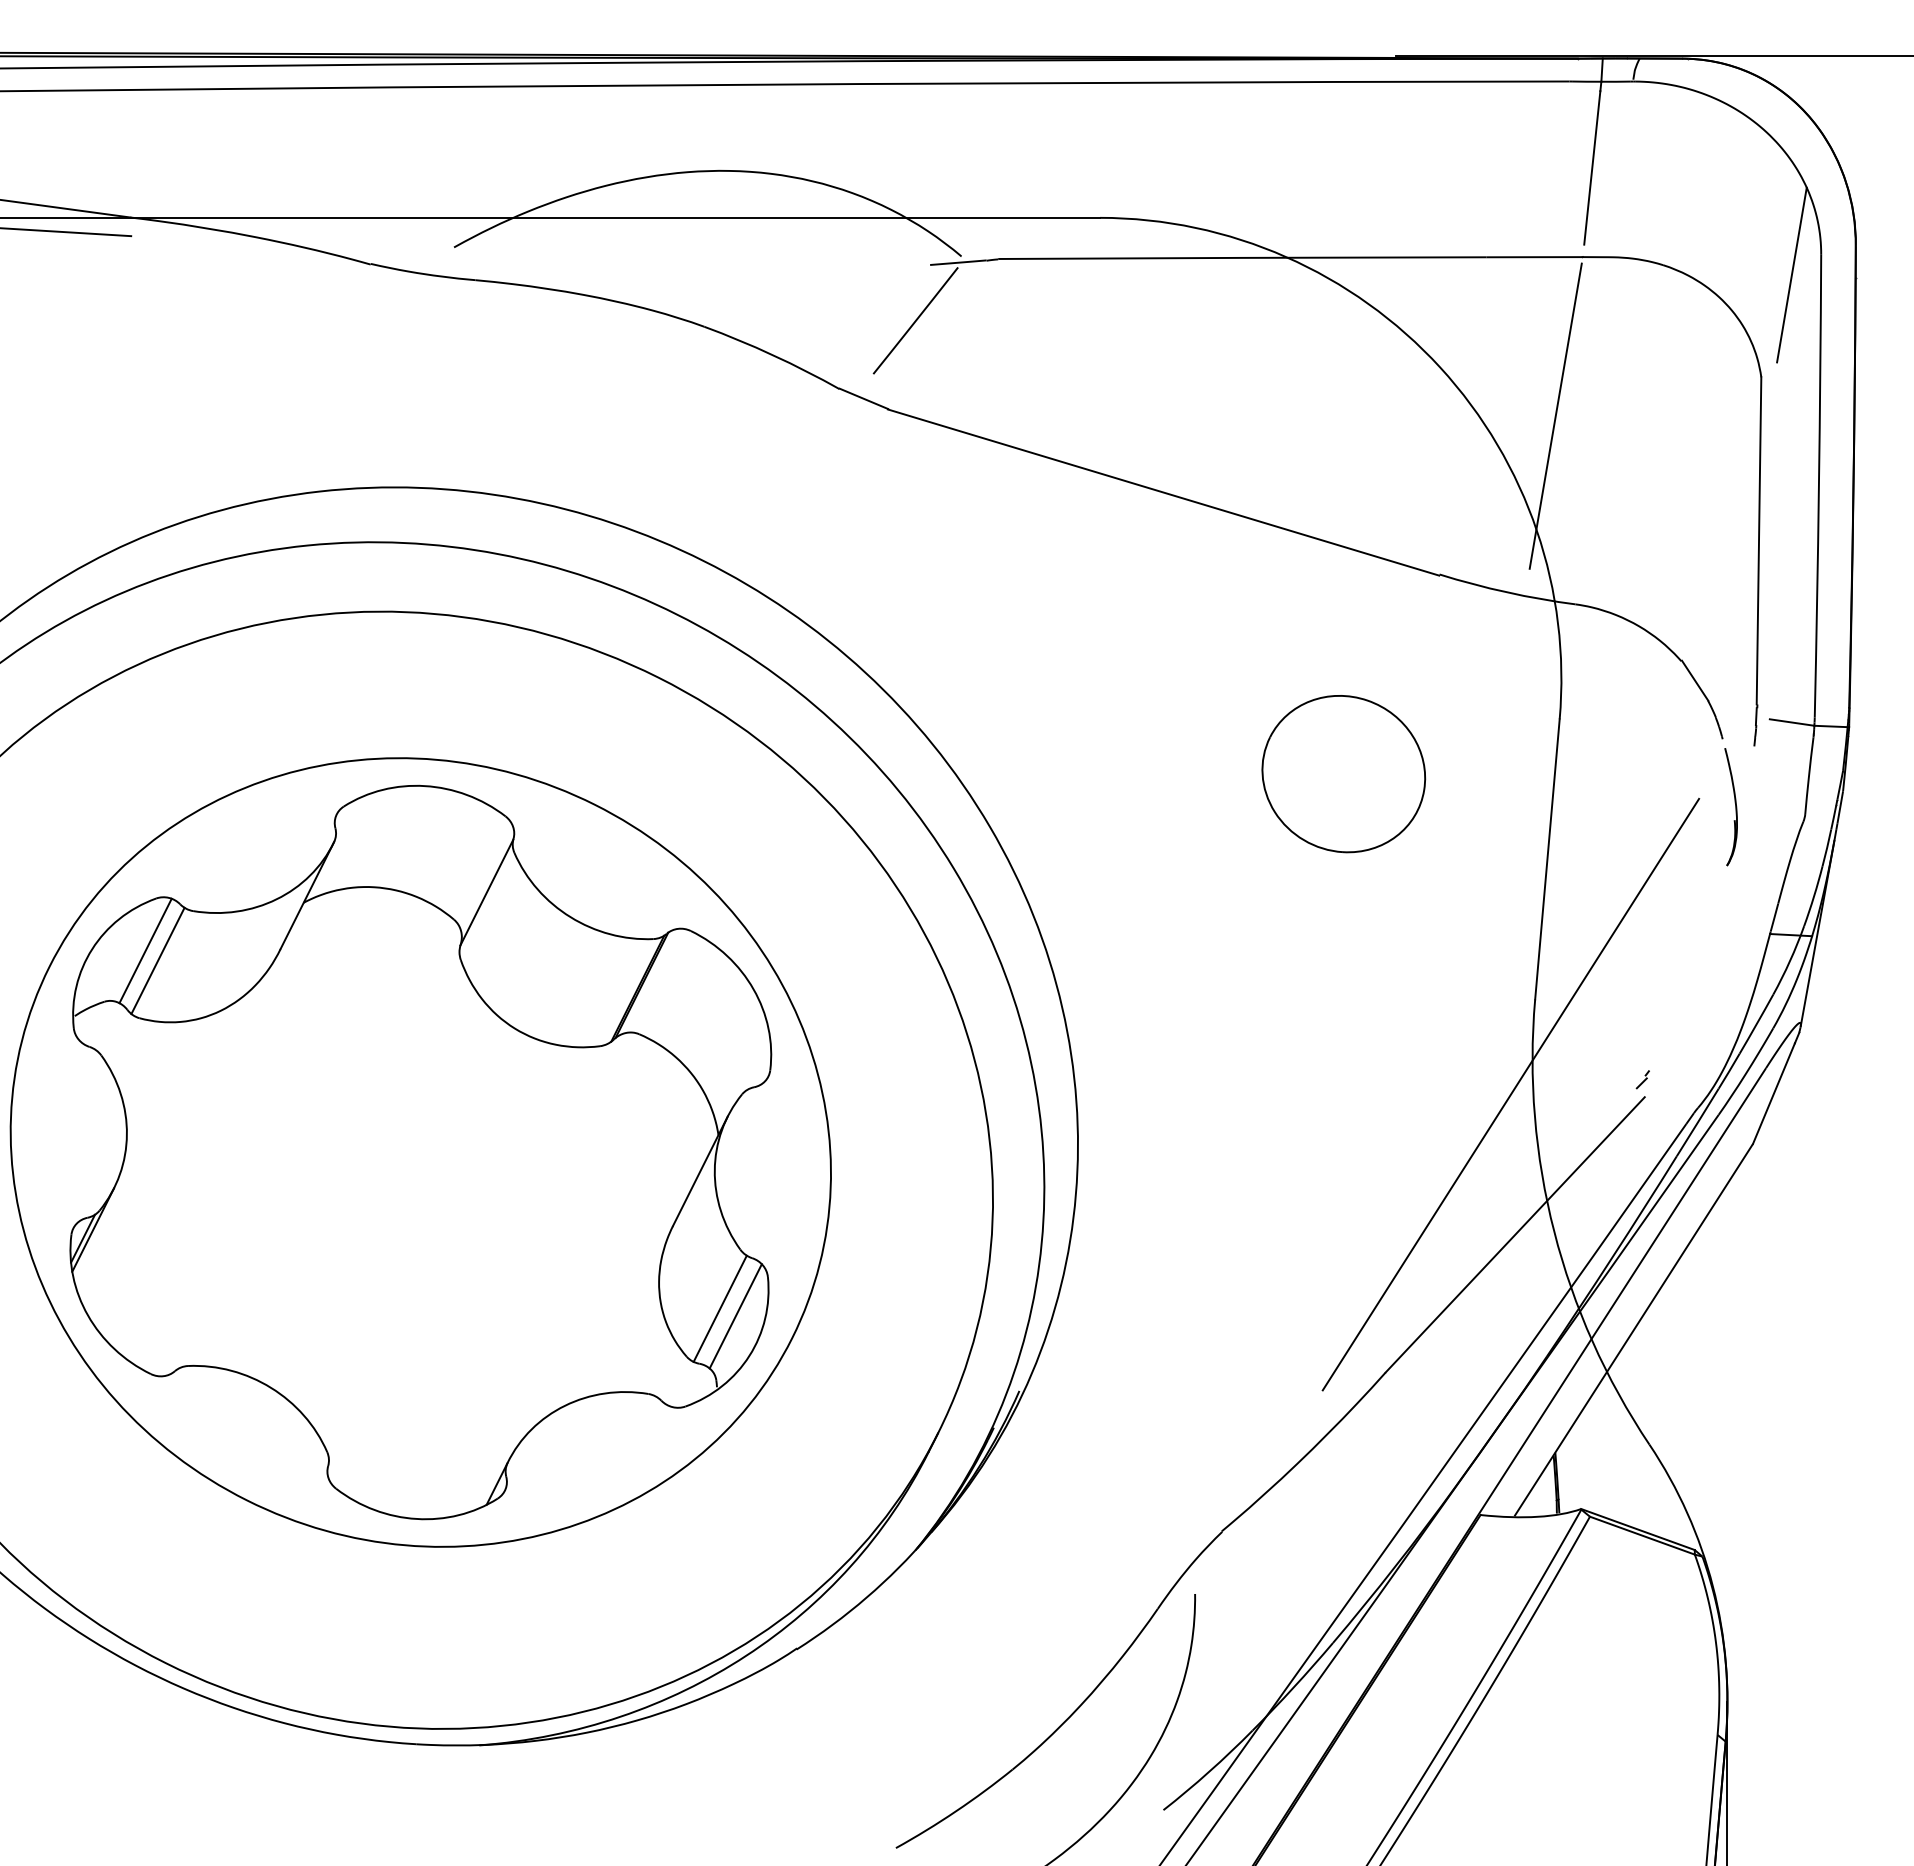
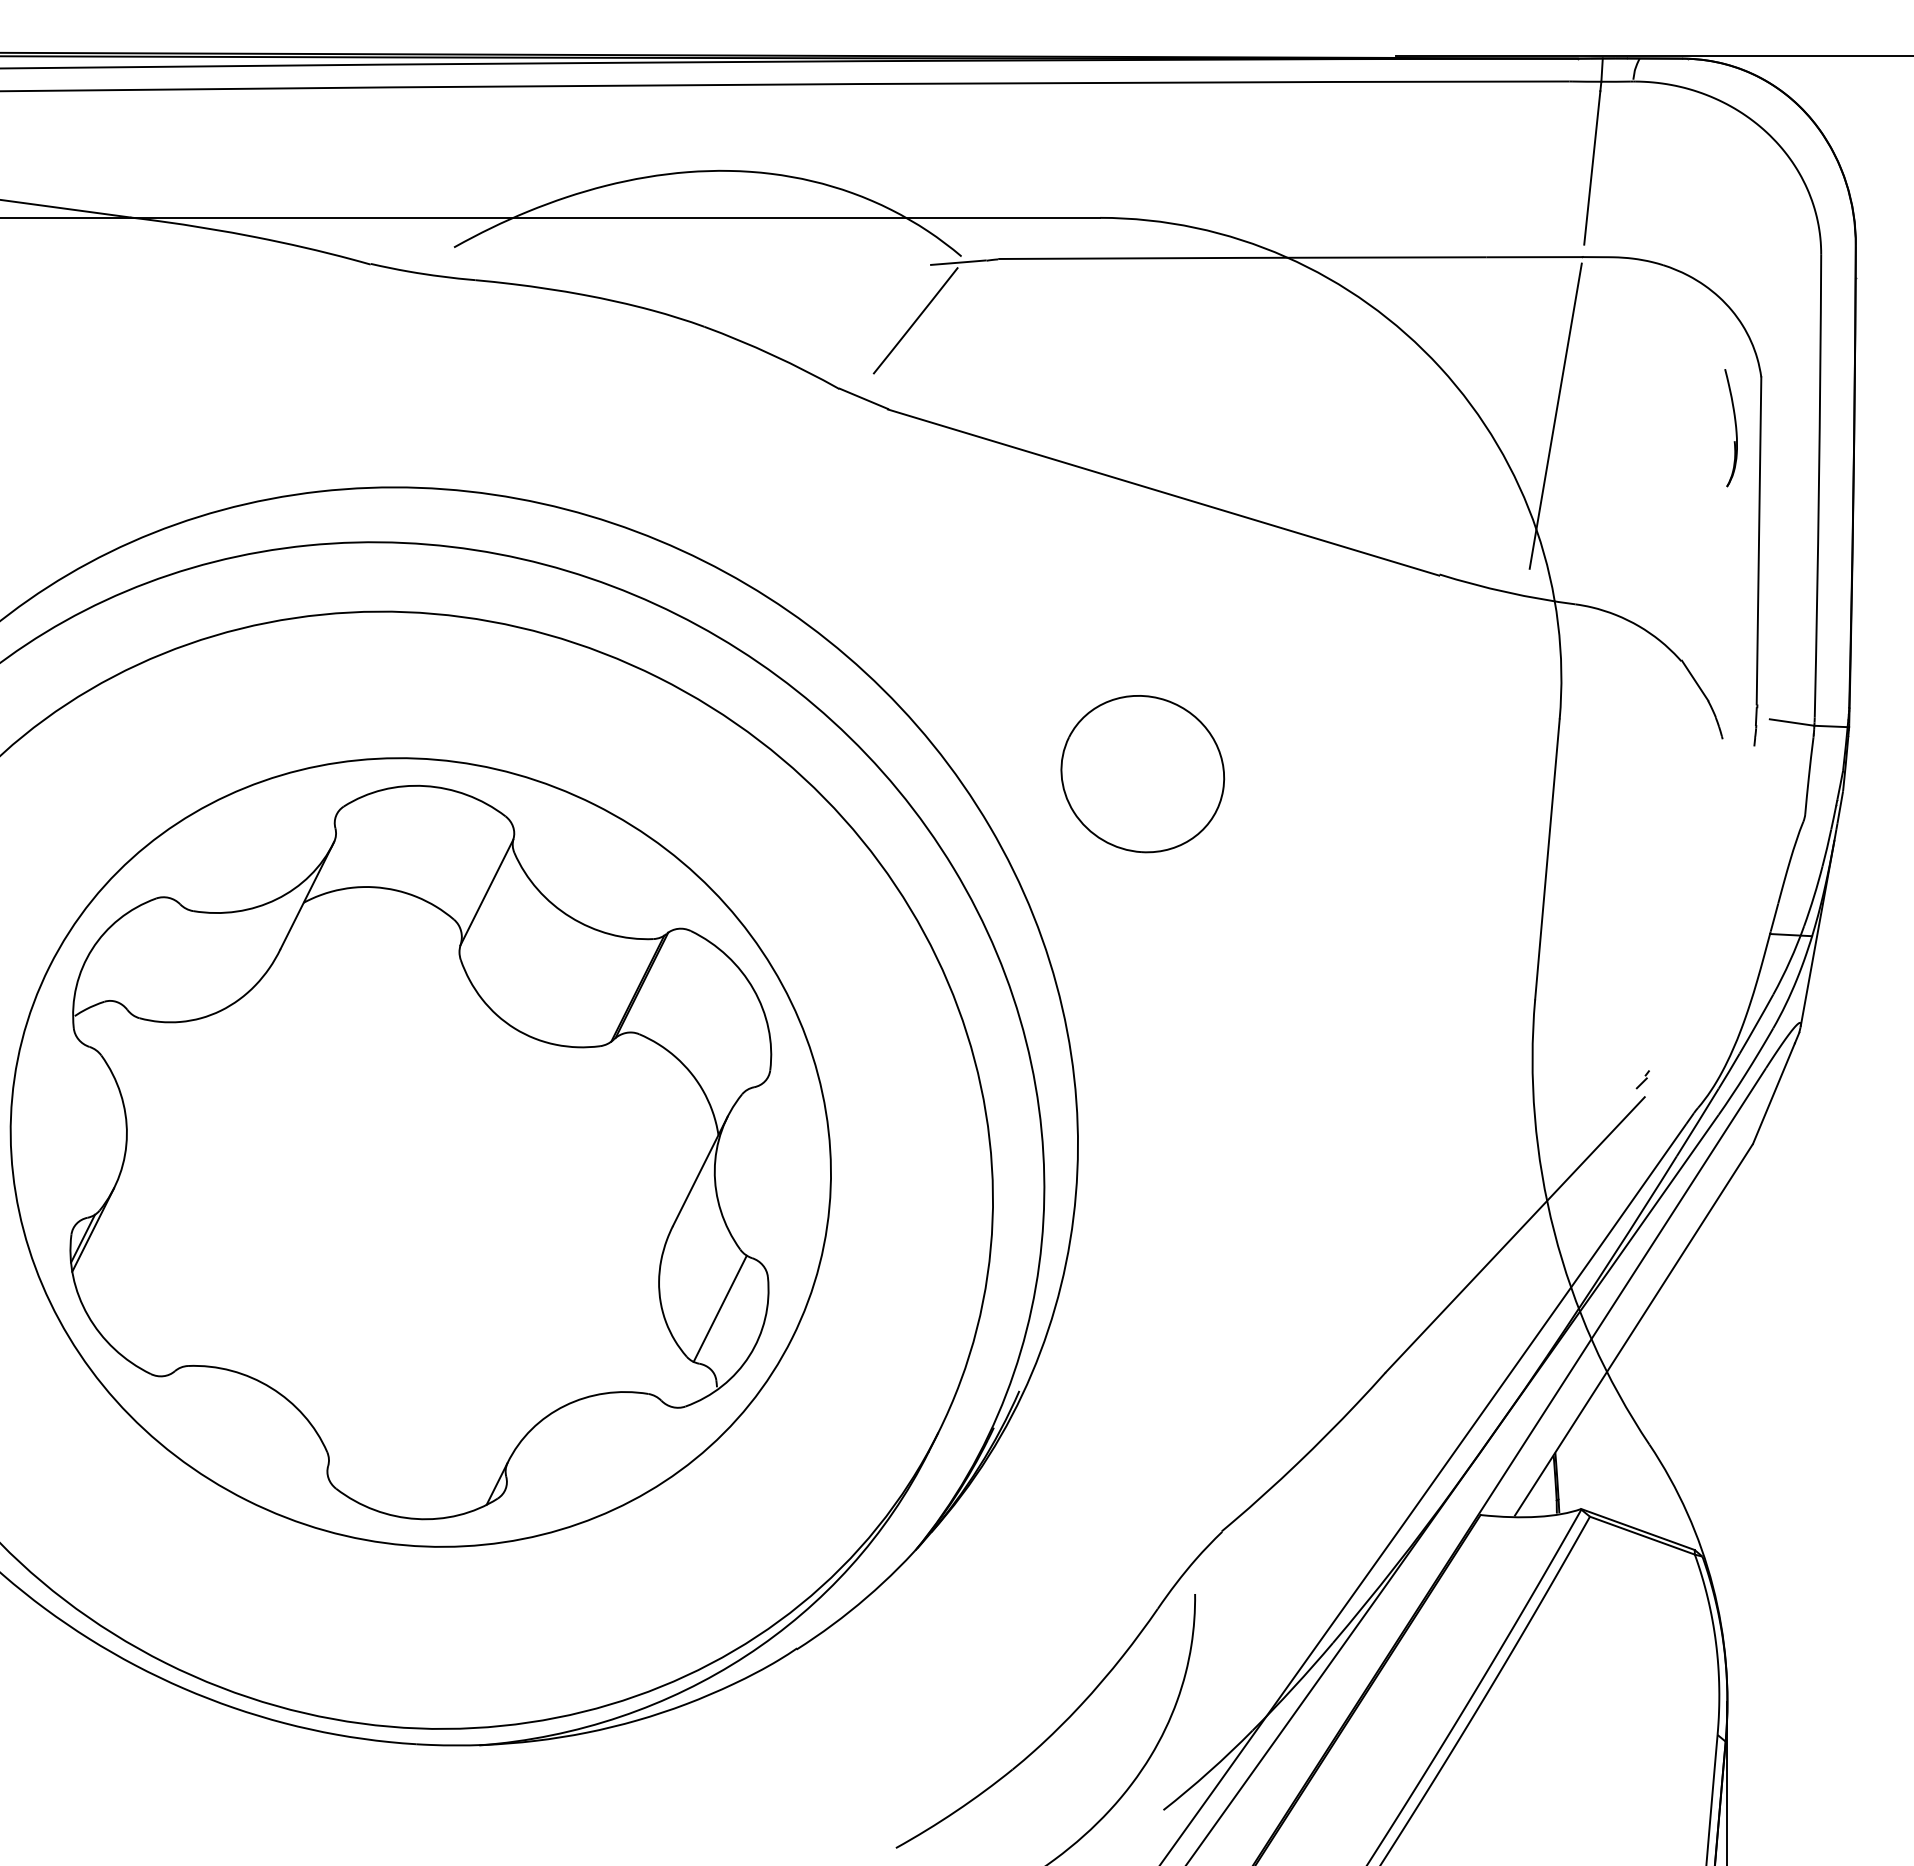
line at (66, 232): present -> none
line at (1791, 274): present -> none
part at (1343, 774) position: (1343, 774) -> (1142, 774)
part at (1730, 807) position: (1730, 807) -> (1730, 428)
line at (145, 950): present -> none
line at (157, 960): present -> none
line at (1510, 1094): present -> none
line at (735, 1316): present -> none
